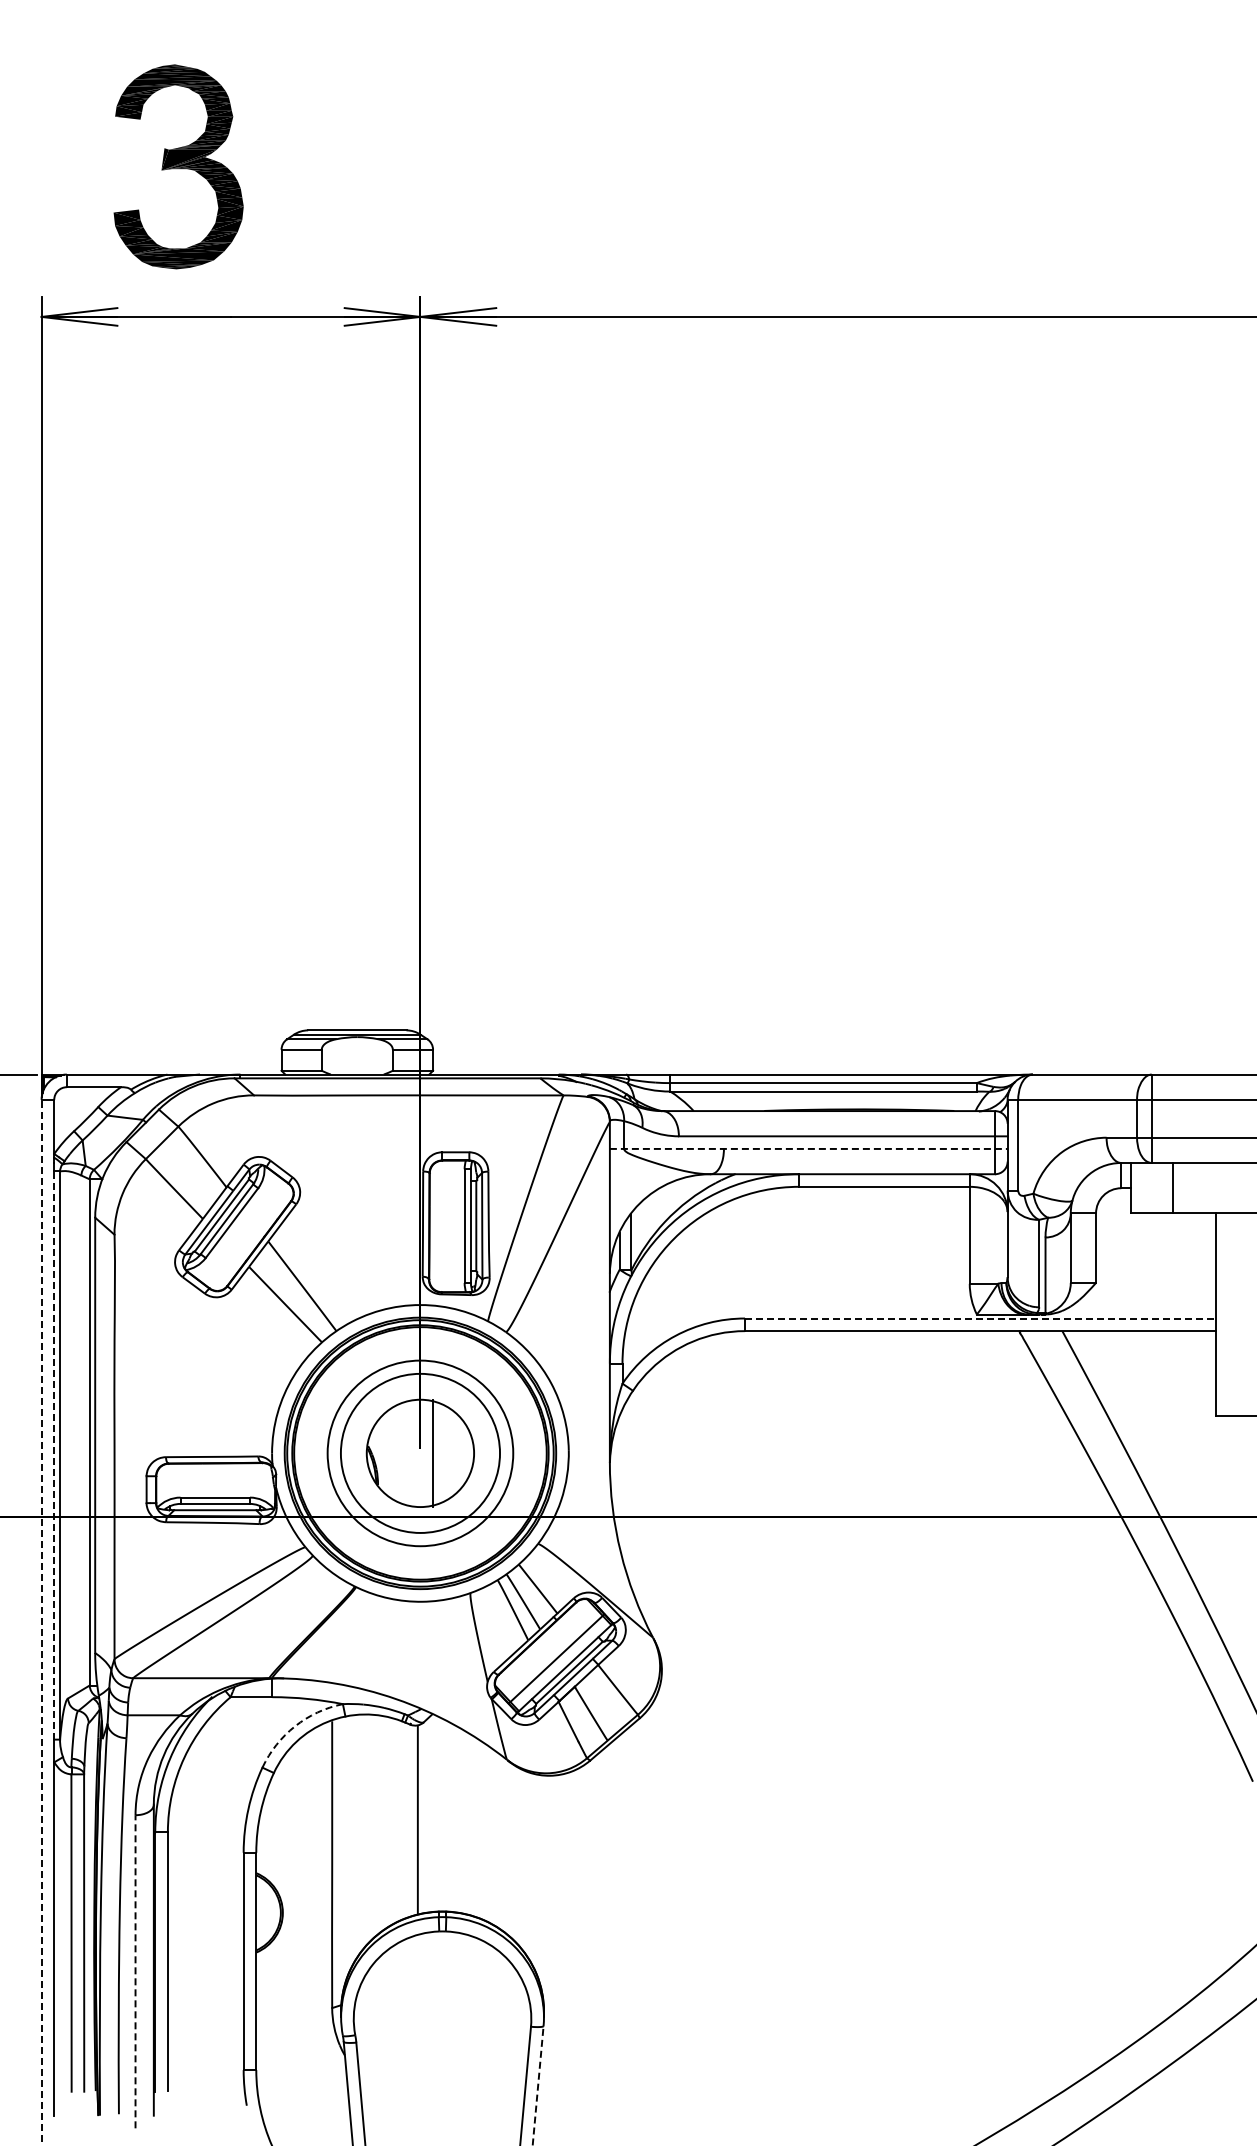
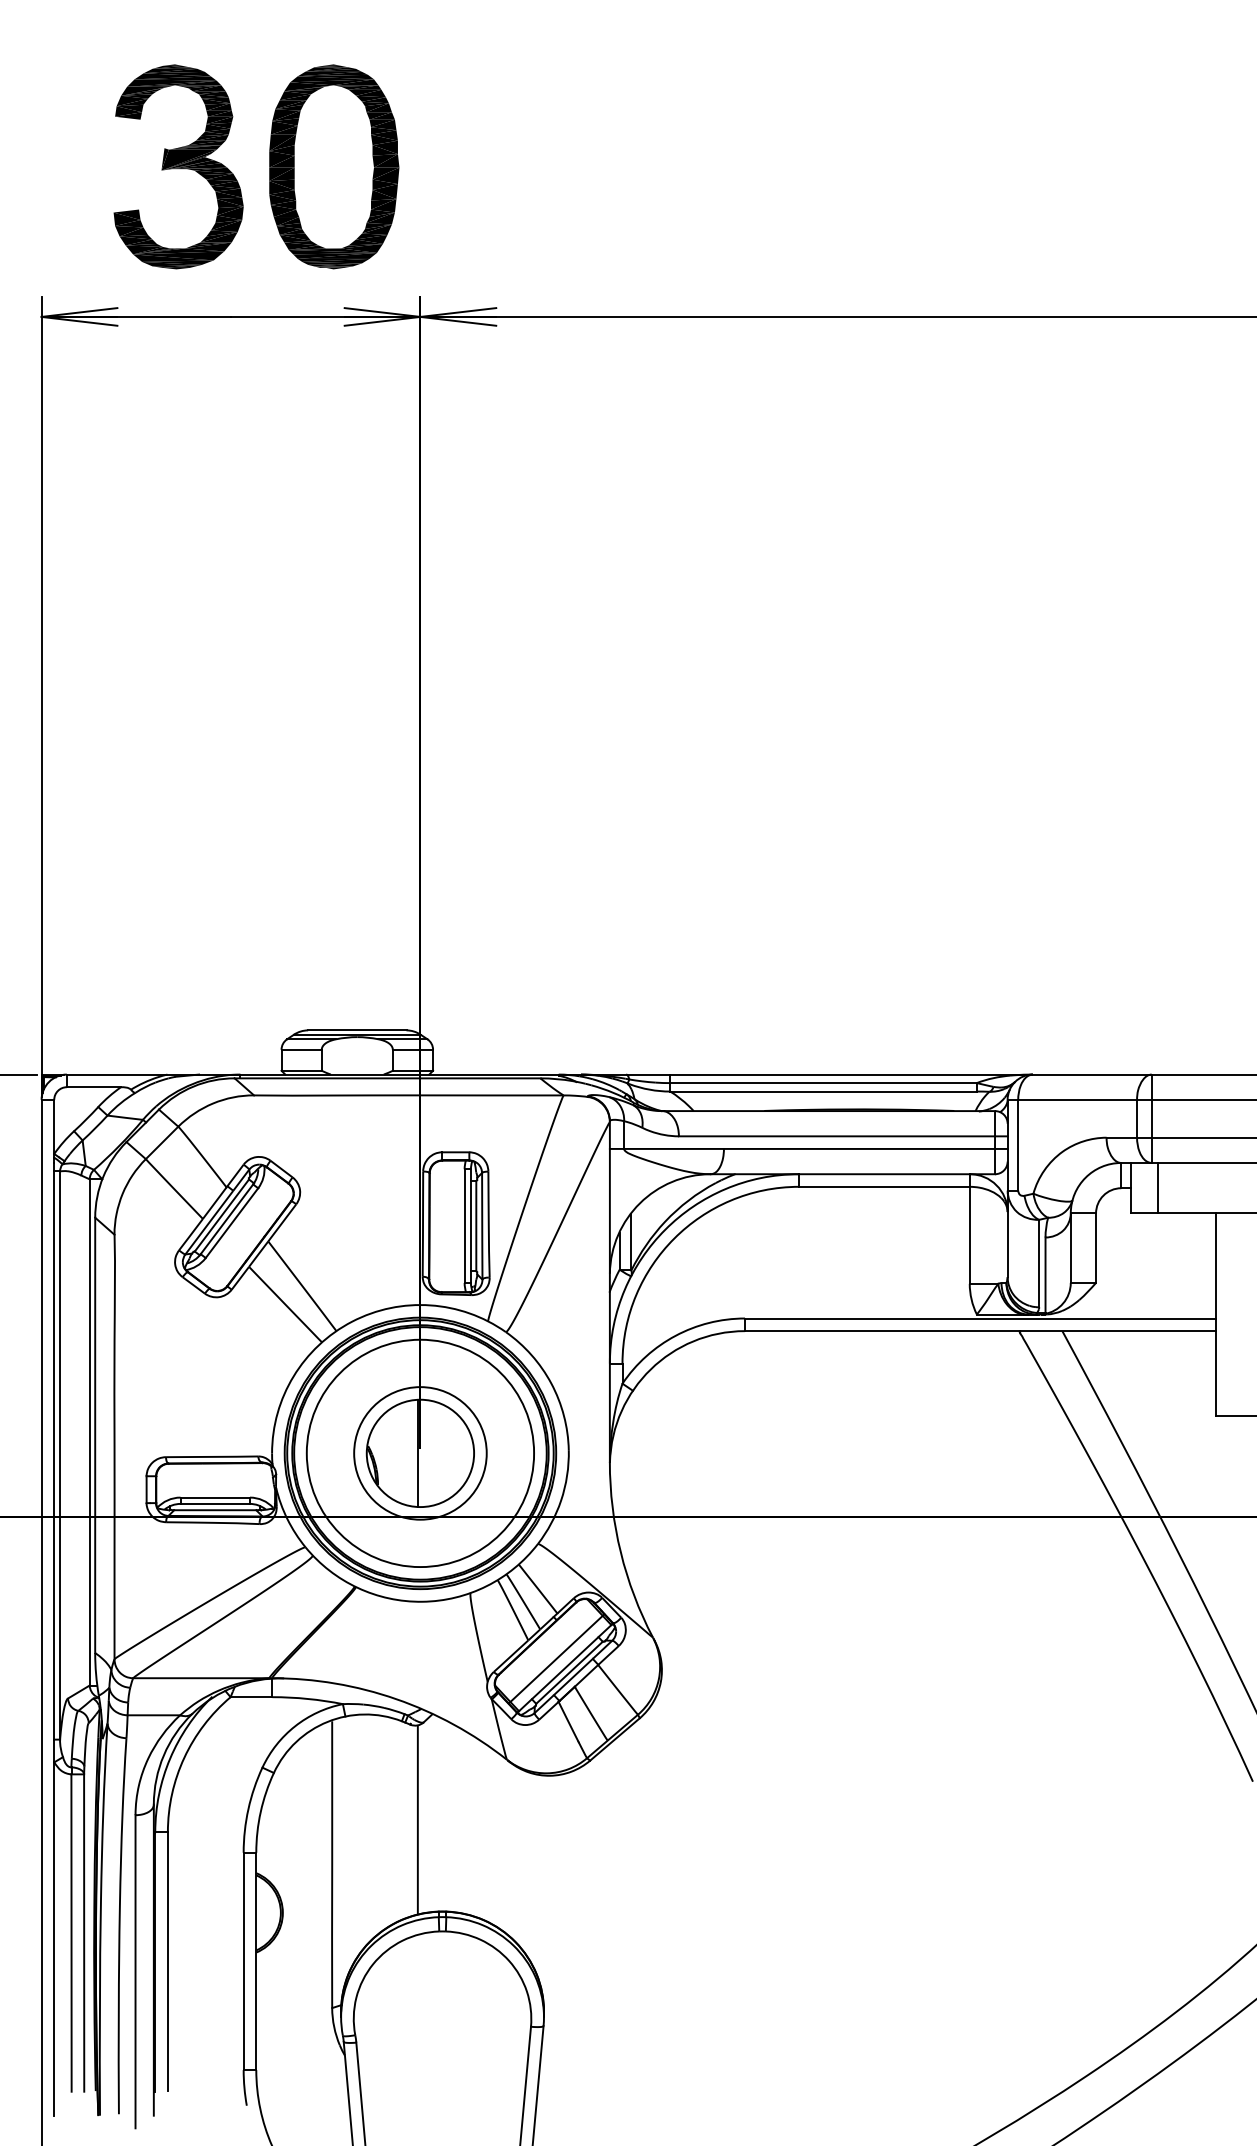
part at (334, 166): none -> present
line at (808, 1148): dashed -> solid
line at (1173, 1187) position: (1173, 1187) -> (1158, 1187)
line at (981, 1318): dashed -> solid
circle at (420, 1452) diameter: 159 px -> 227 px
circle at (420, 1453) diameter: 186 px -> 133 px
line at (432, 1453) position: (432, 1453) -> (417, 1453)
line at (54, 1455): dashed -> solid
line at (41, 1622): dashed -> solid
arc at (295, 1726): dashed -> solid
line at (135, 1971): dashed -> solid
line at (538, 2085): dashed -> solid
